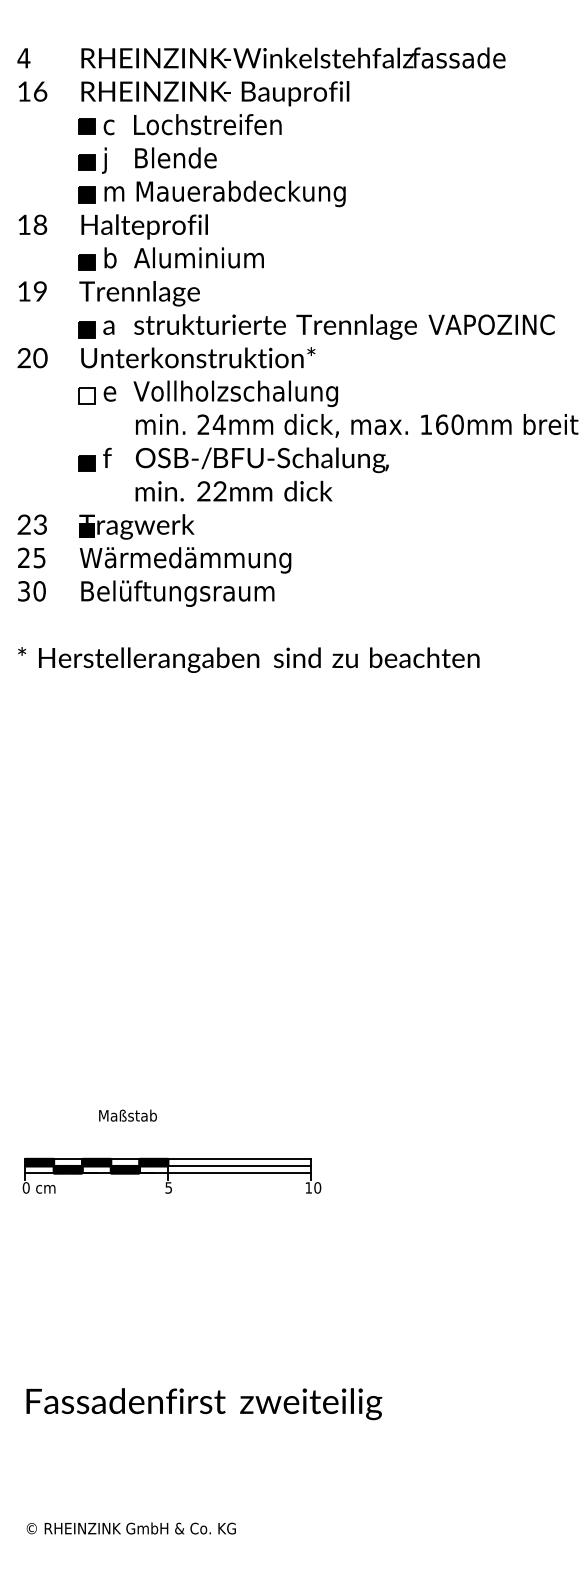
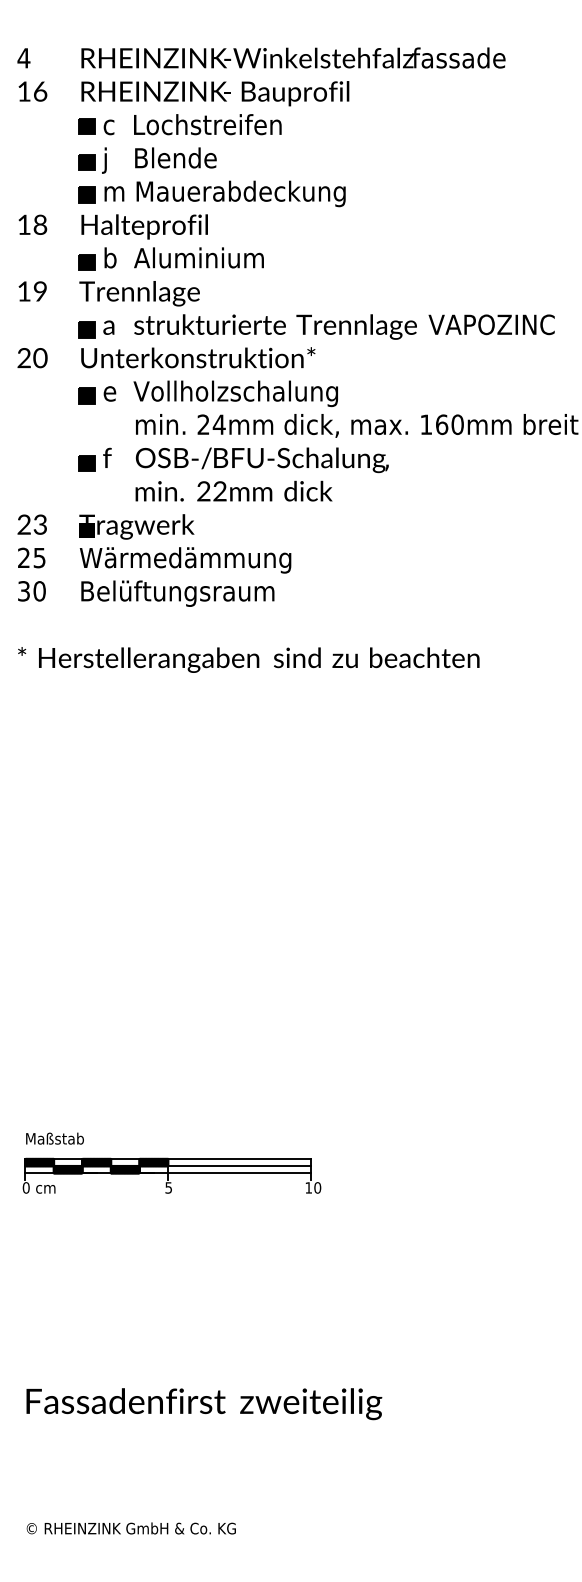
fill at (86, 395): none -> present
text at (127, 1115) position: (127, 1115) -> (54, 1138)
